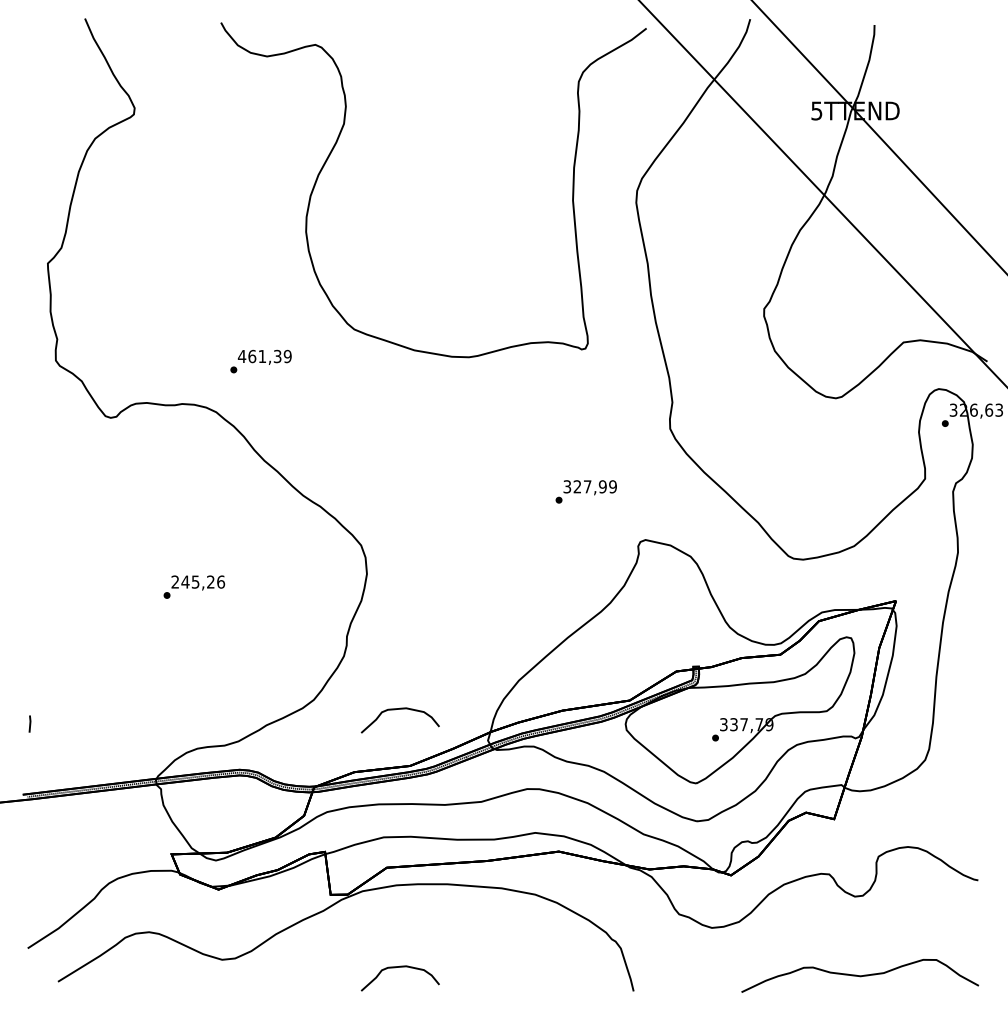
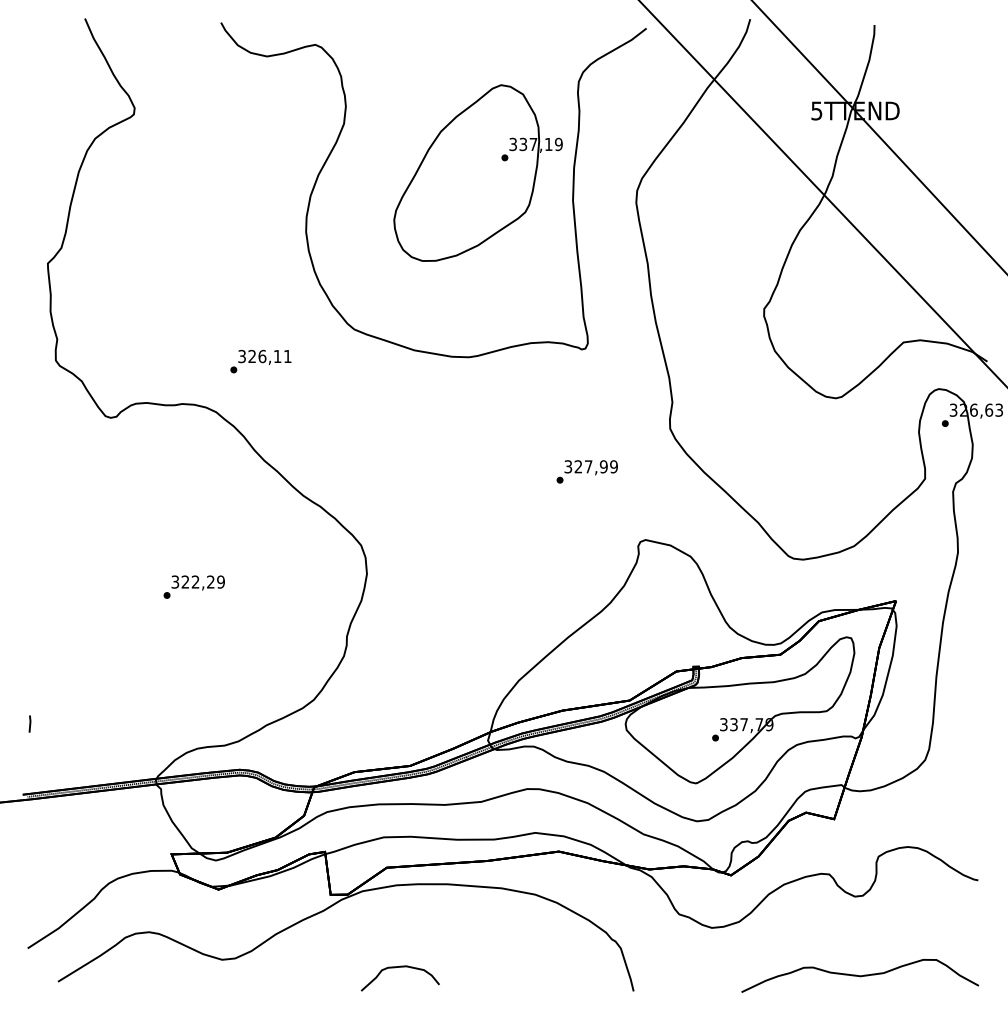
part at (477, 172): none -> present
text at (264, 356): 461,39 -> 326,11
text at (585, 491) position: (585, 491) -> (586, 471)
text at (198, 581): 245,26 -> 322,29
part at (395, 710): present -> none
